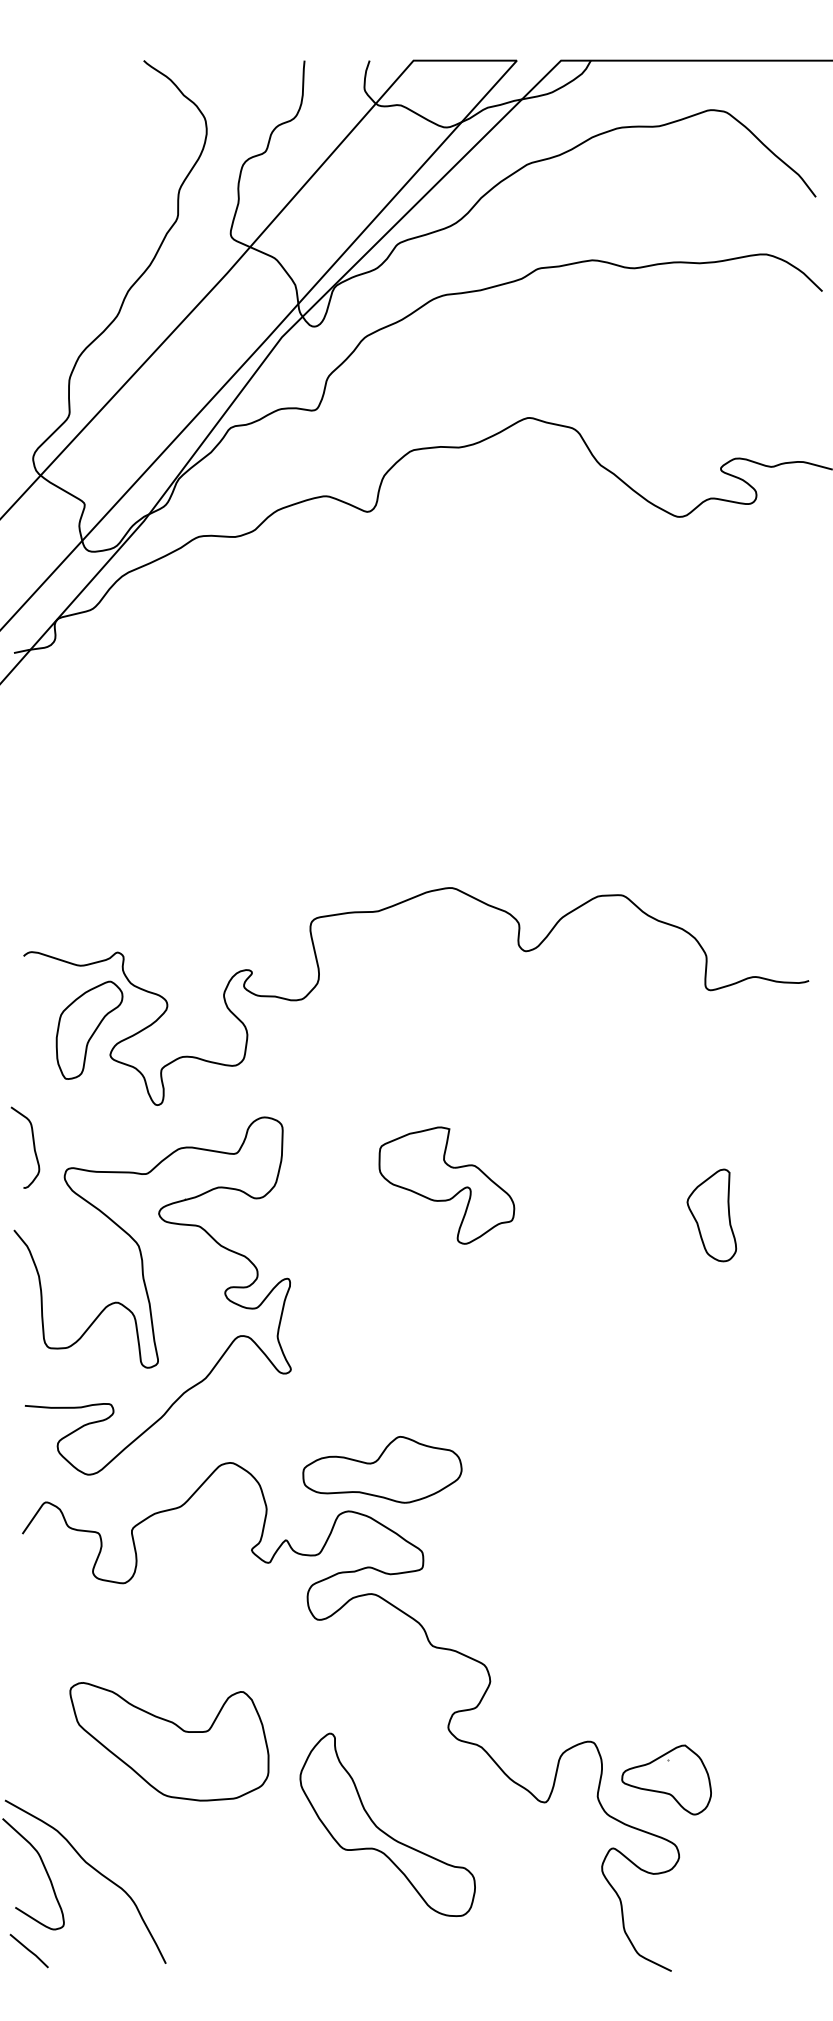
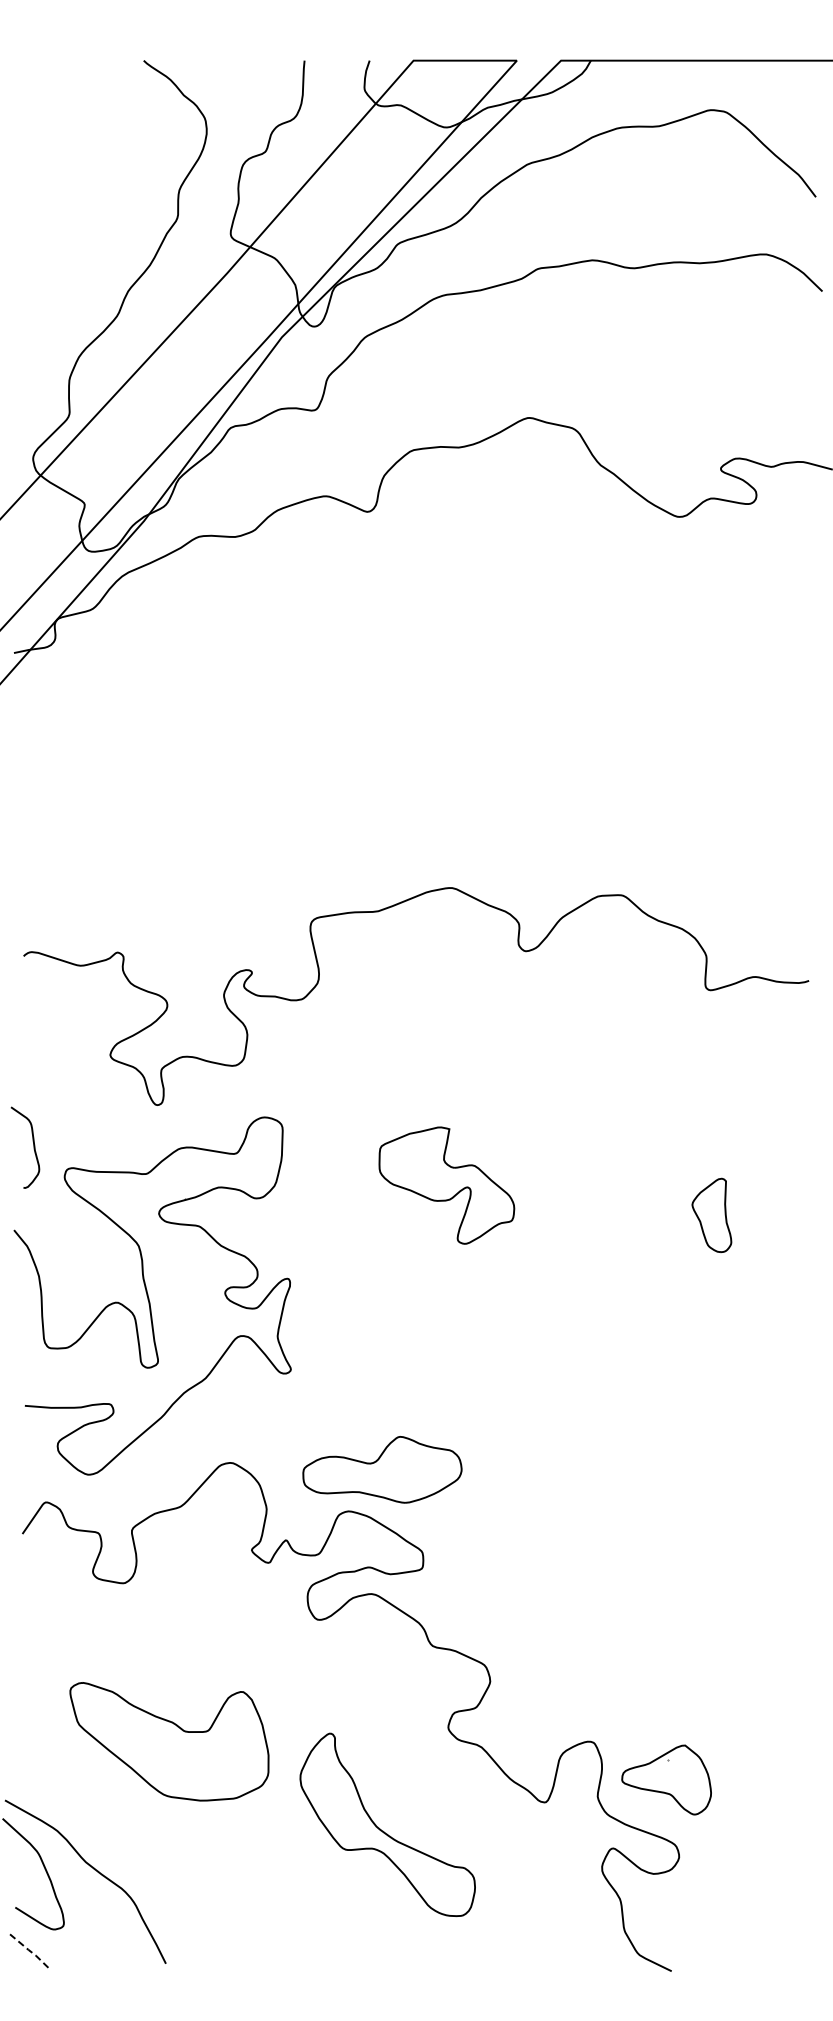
part at (89, 1029): present -> none
part at (711, 1215) size: 52x95 px -> 42x76 px
line at (29, 1950): solid -> dashed
